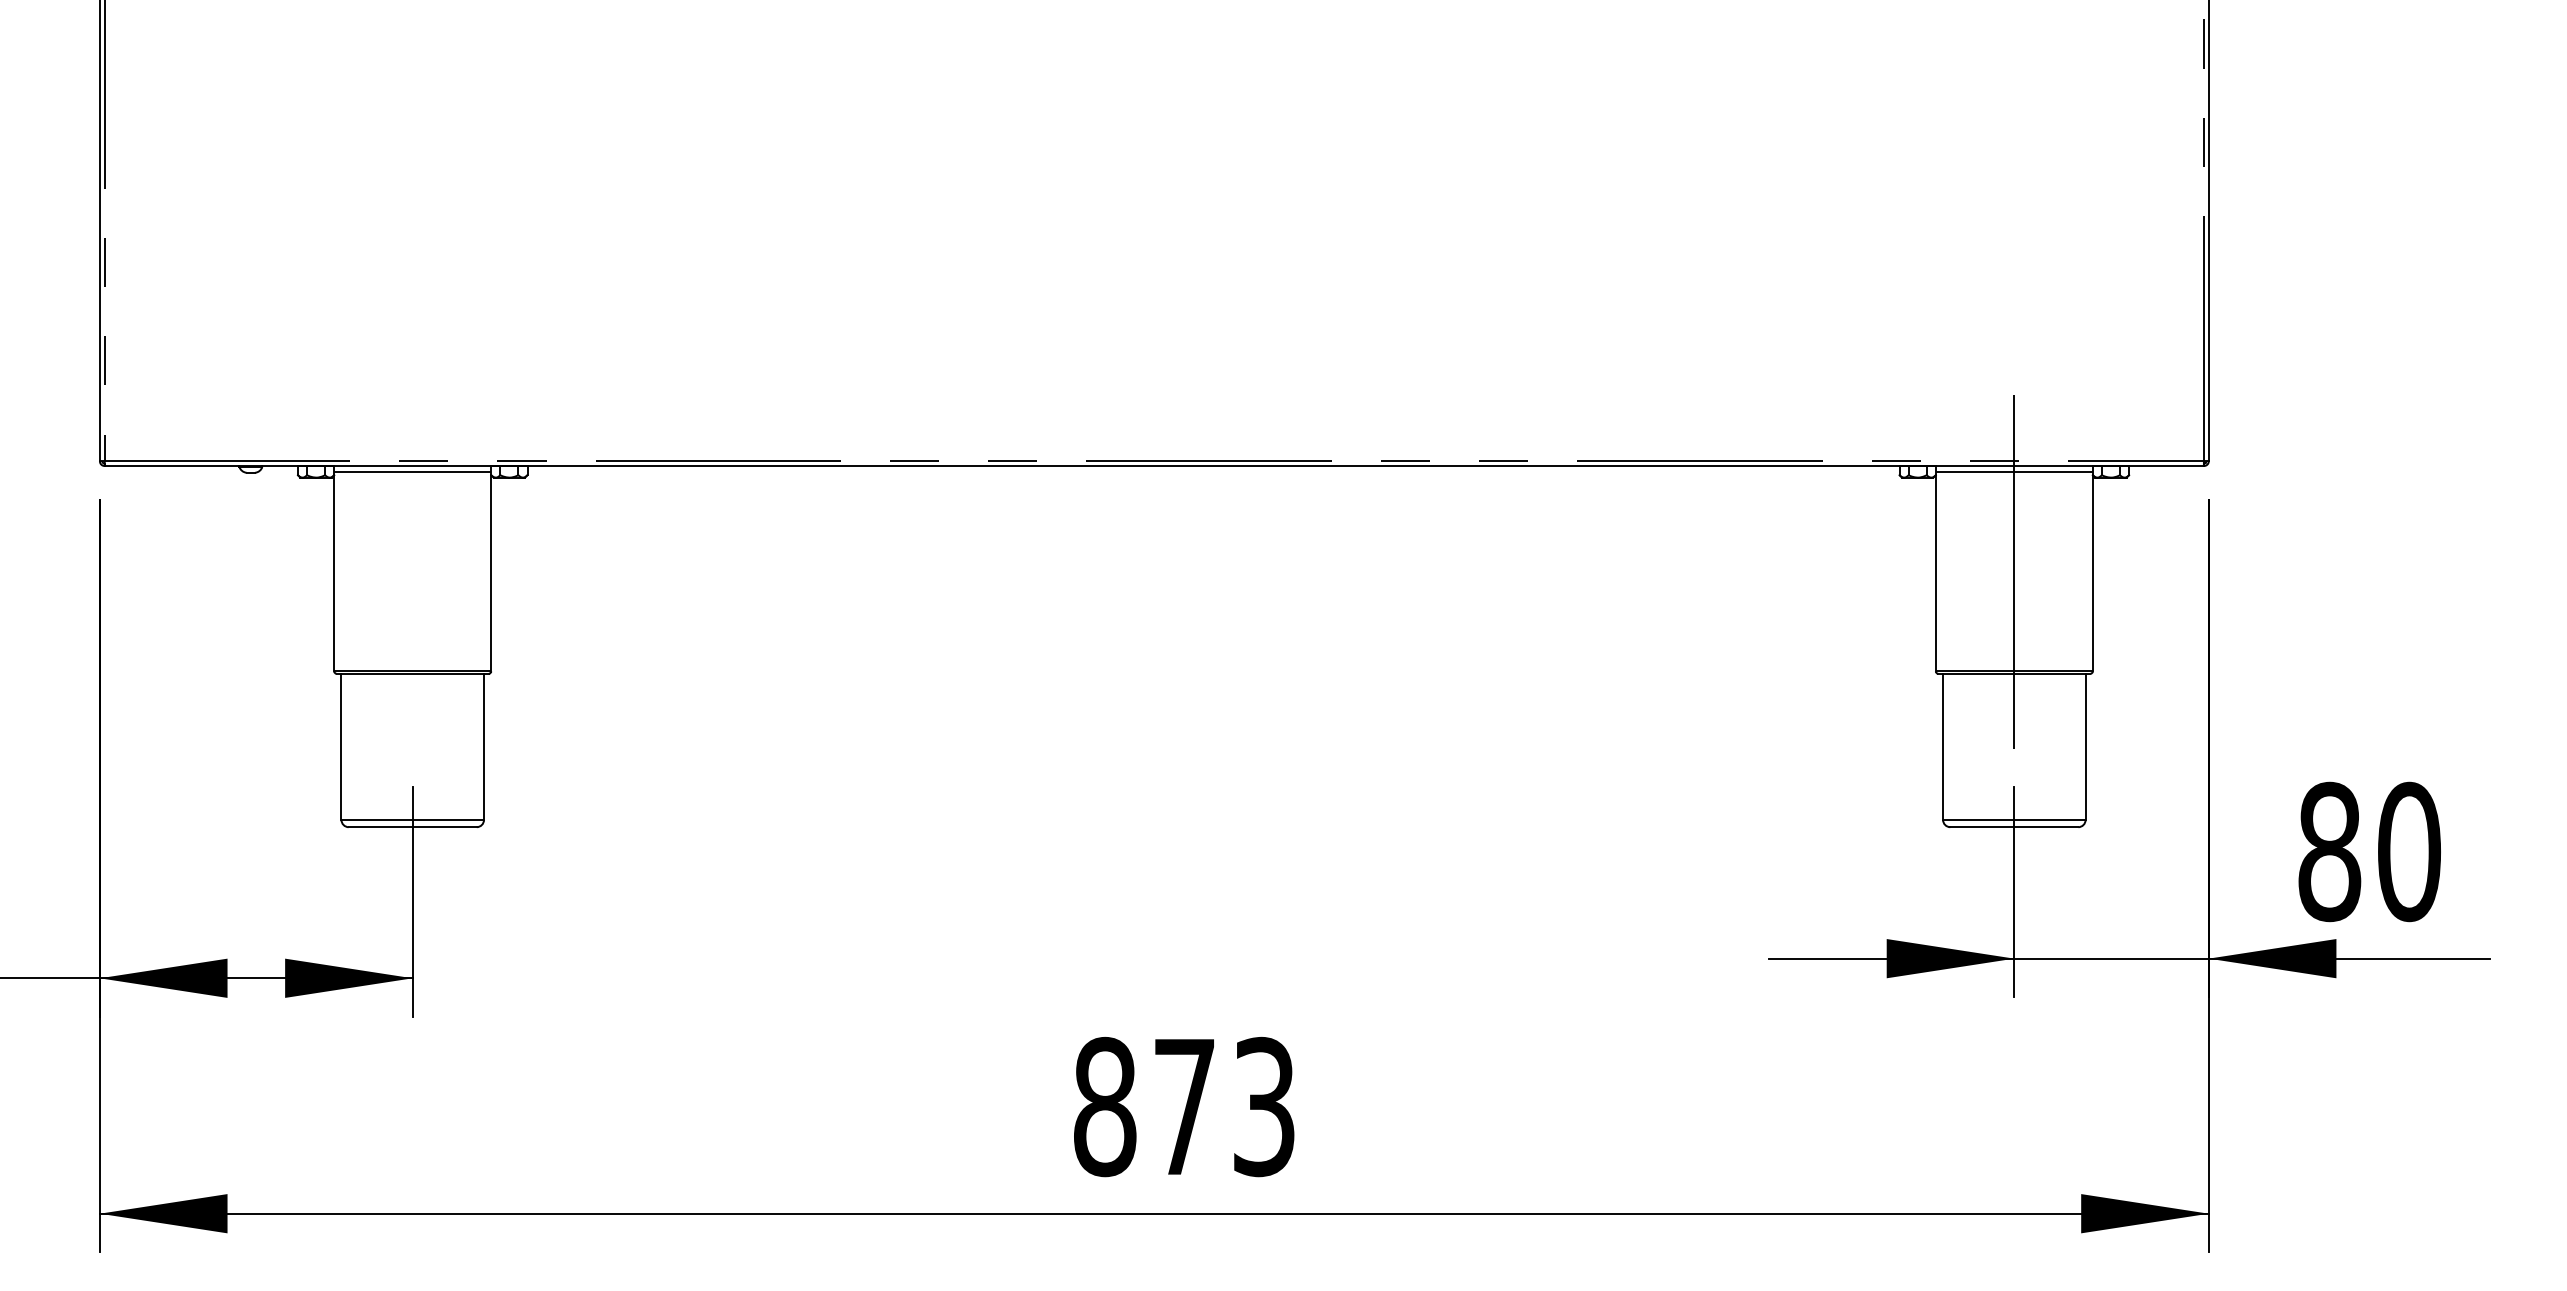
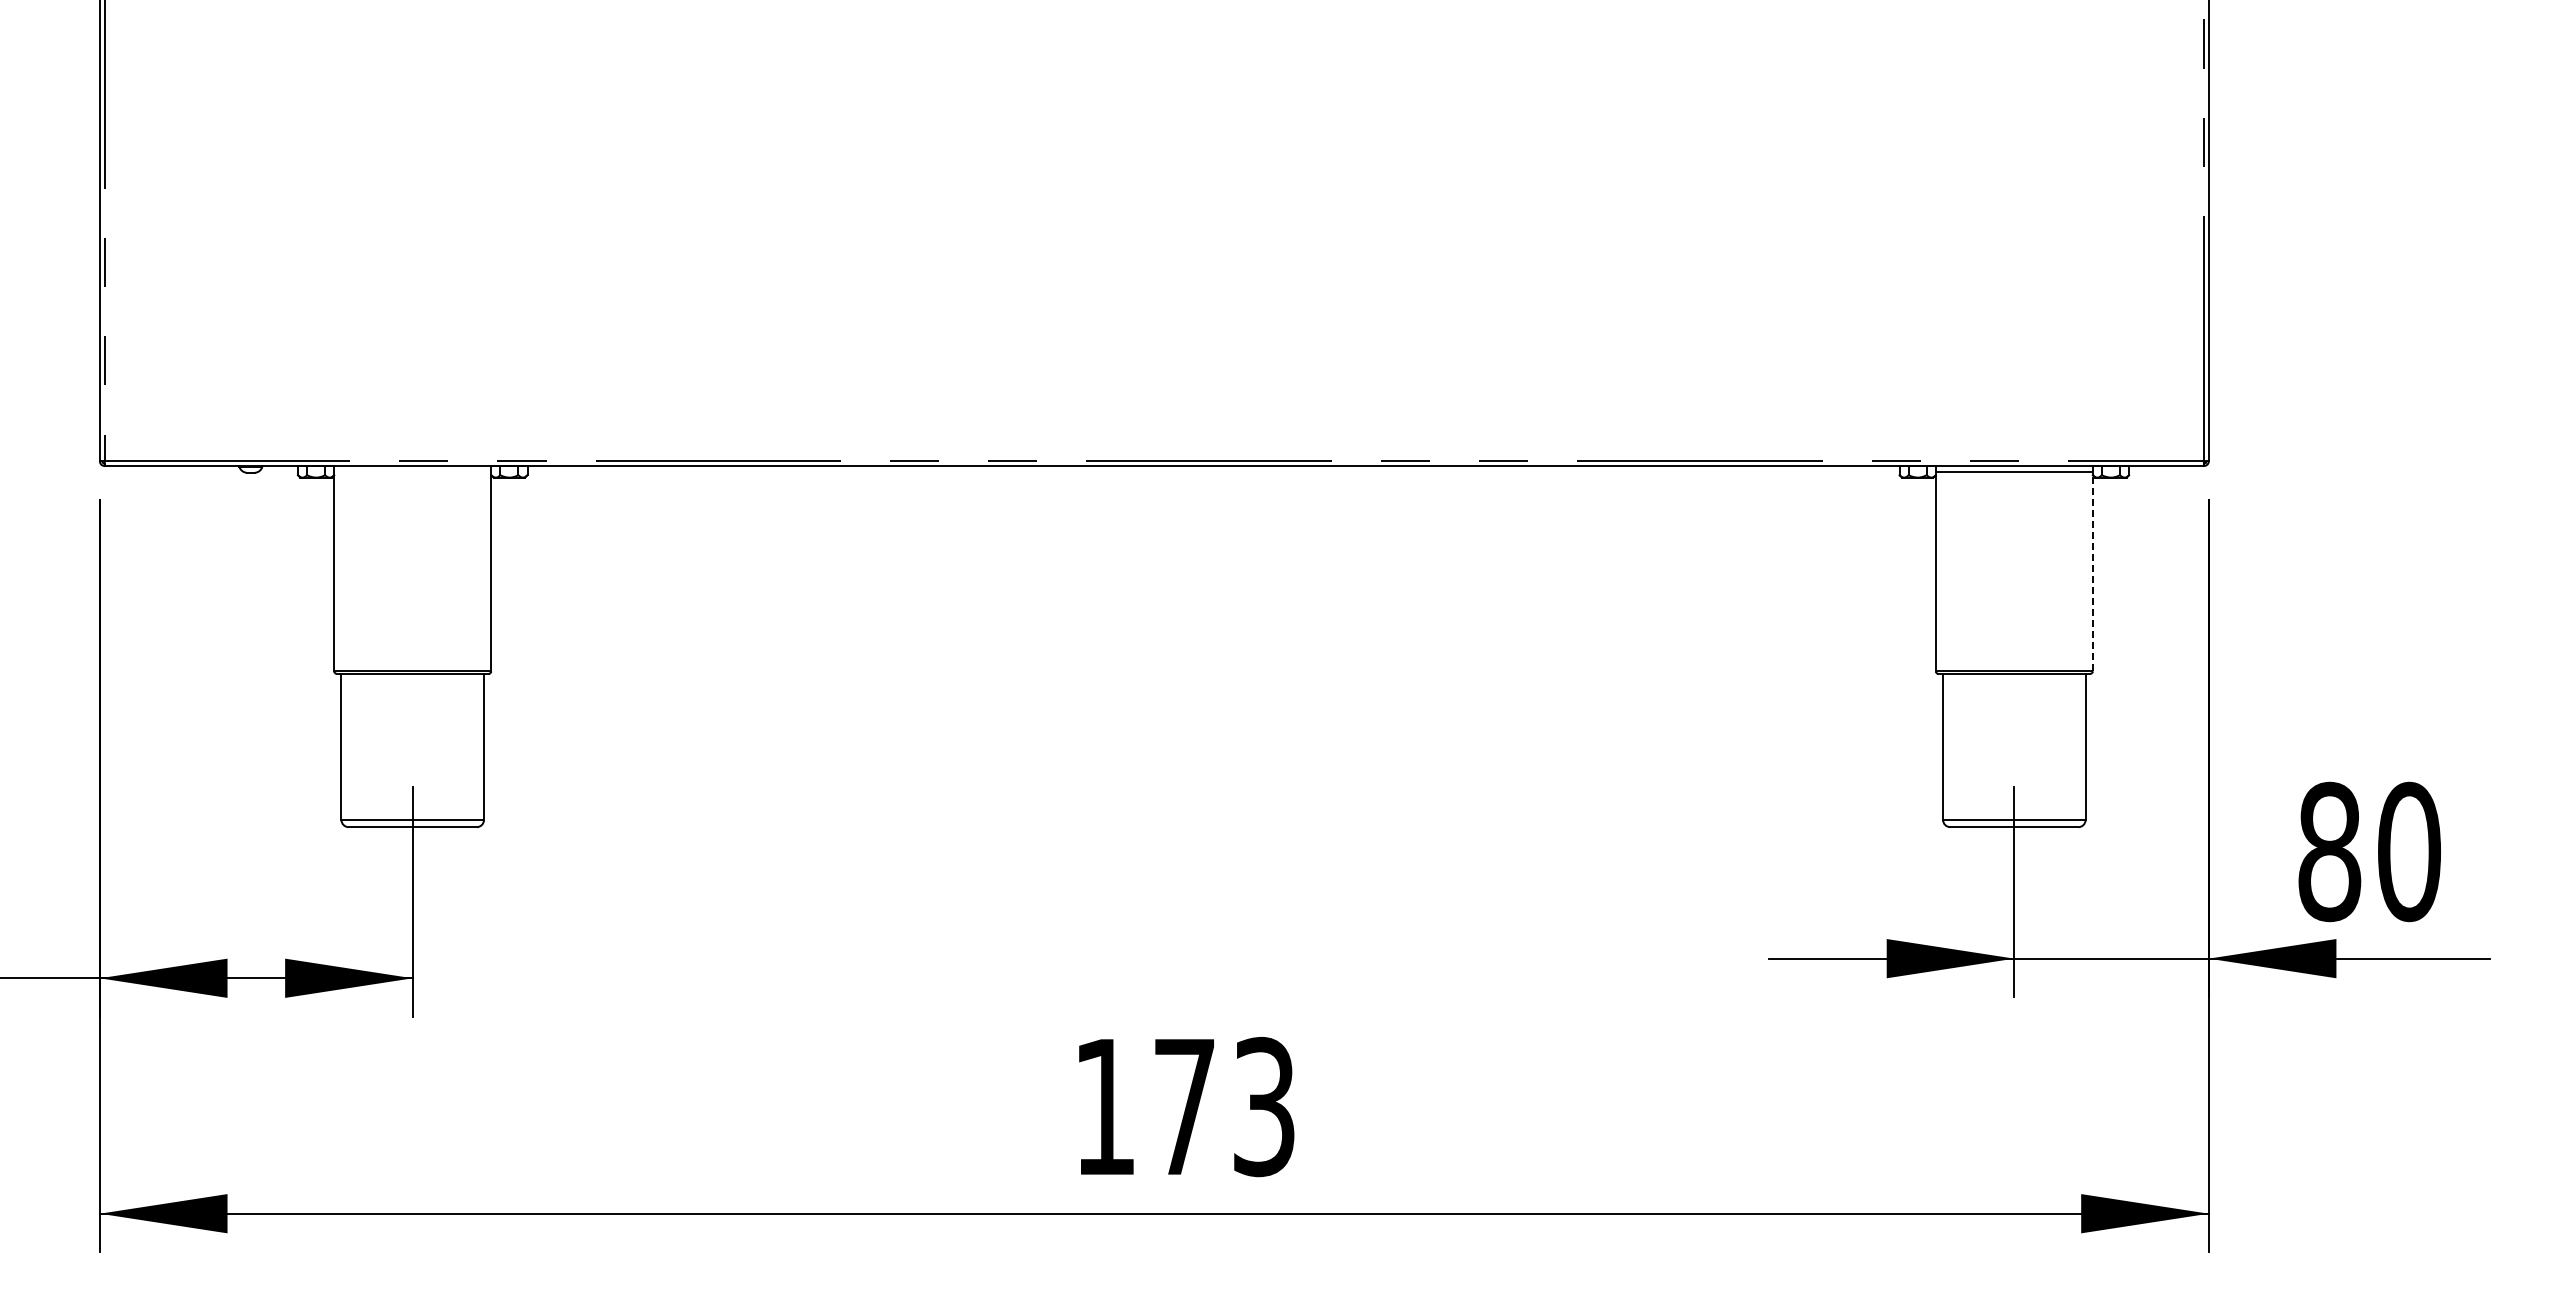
line at (412, 472): present -> none
line at (2014, 571): present -> none
line at (2092, 572): solid -> dashed
text at (1105, 1106): 873 -> 173
